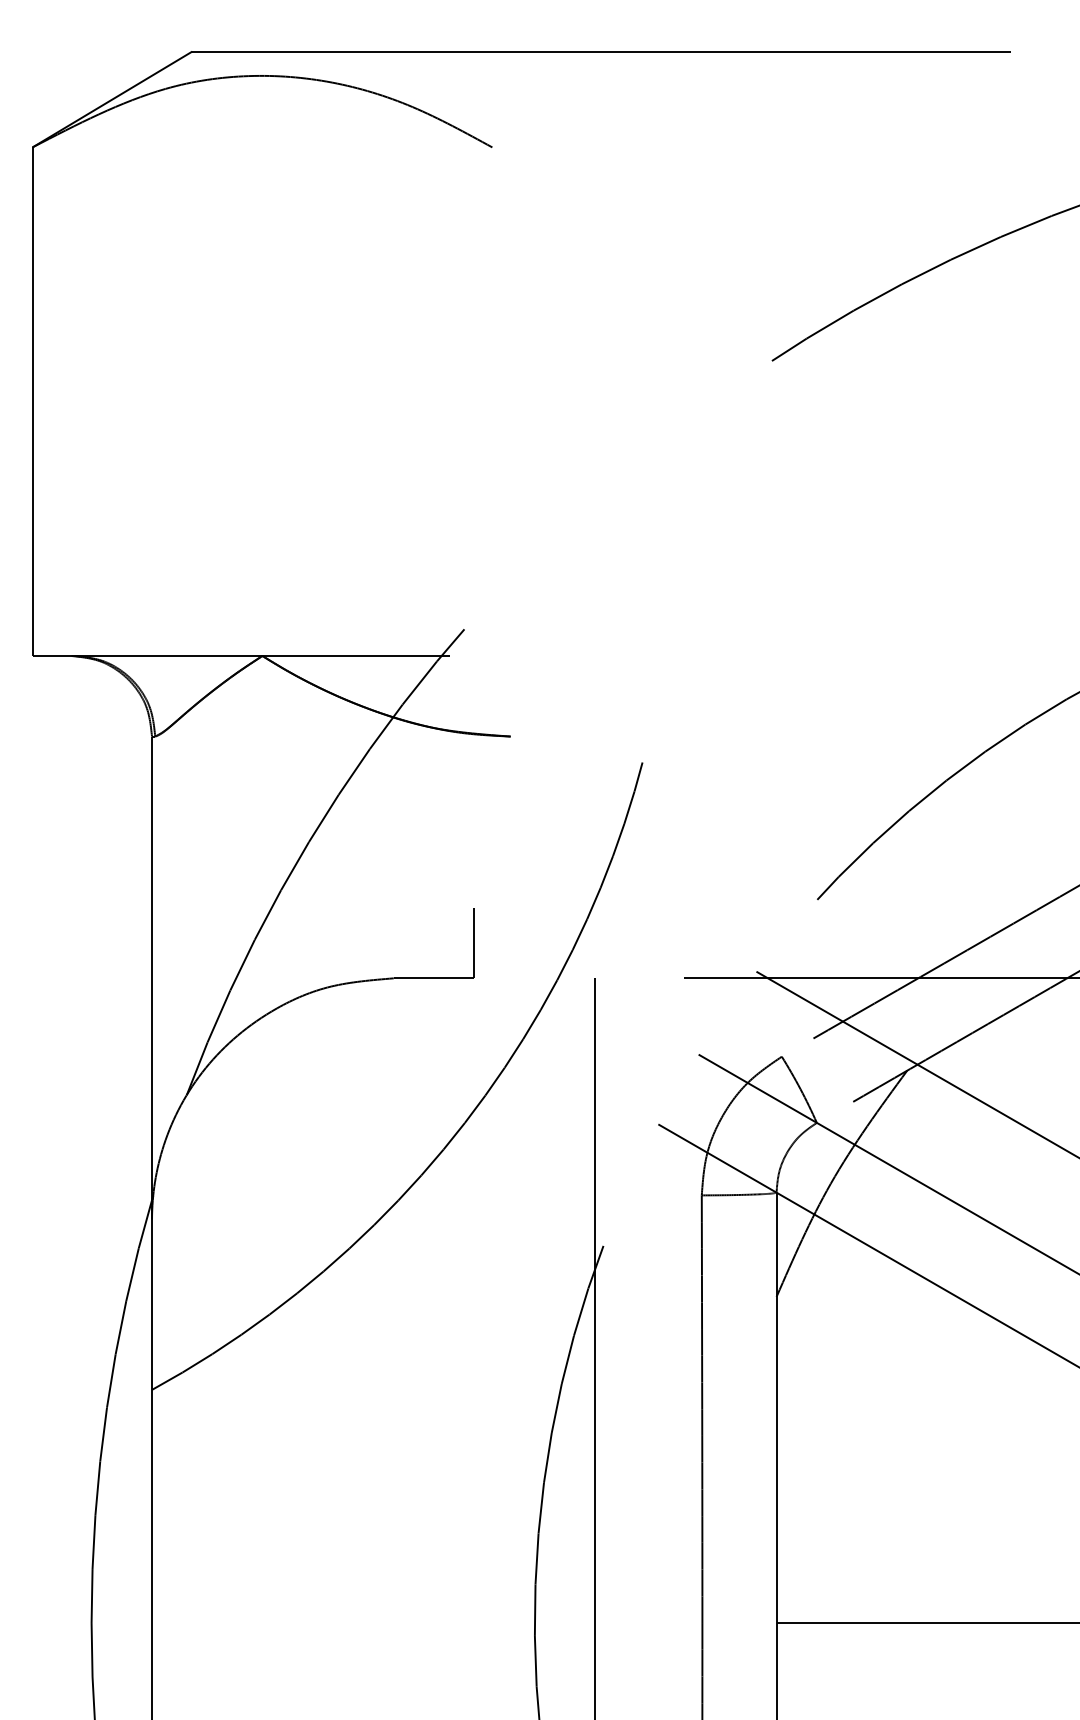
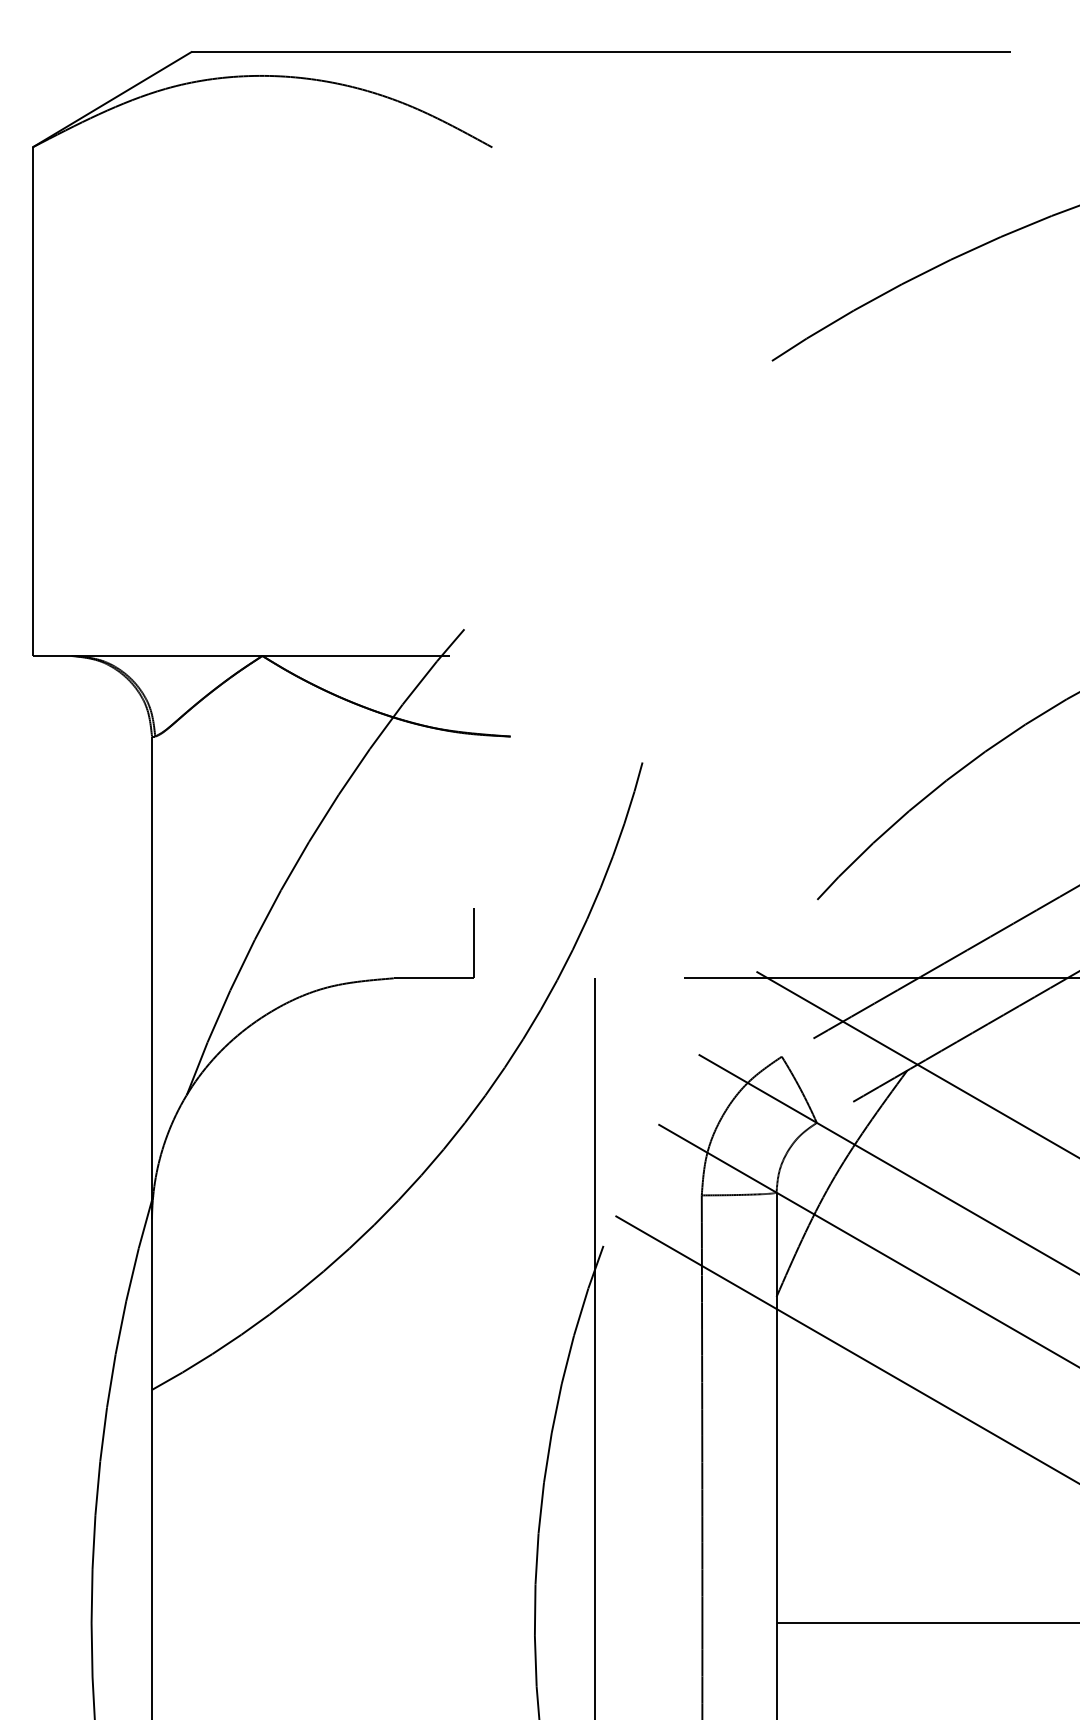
line at (845, 1348): none -> present
